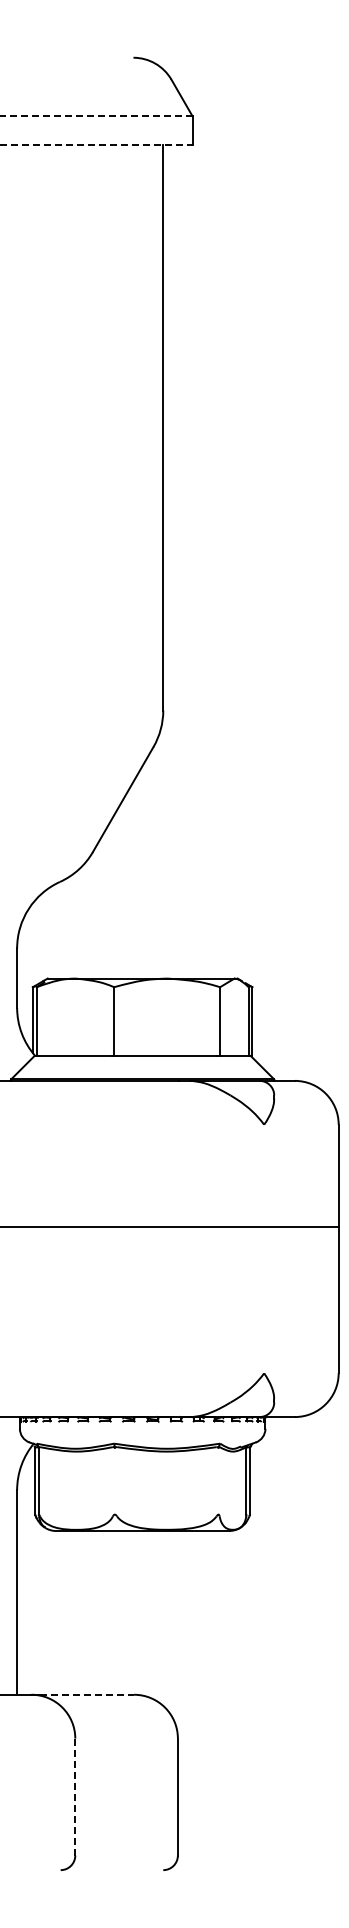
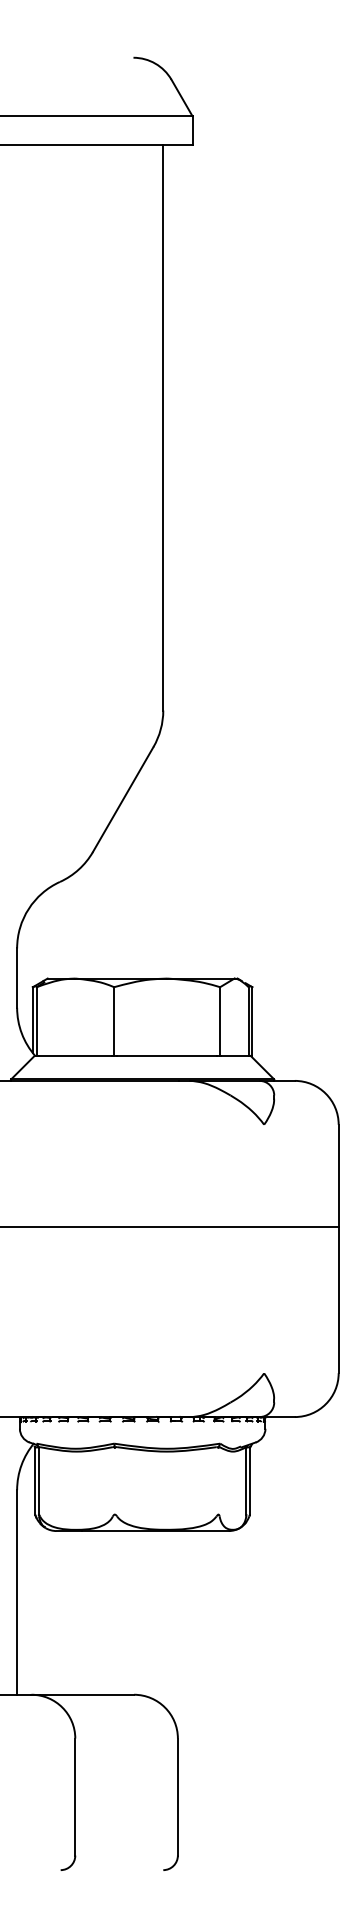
line at (96, 116): dashed -> solid
line at (96, 145): dashed -> solid
line at (87, 1694): dashed -> solid
line at (75, 1797): dashed -> solid
